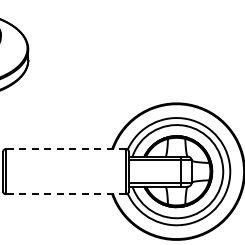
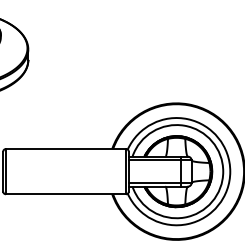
line at (65, 149): dashed -> solid
line at (65, 194): dashed -> solid
